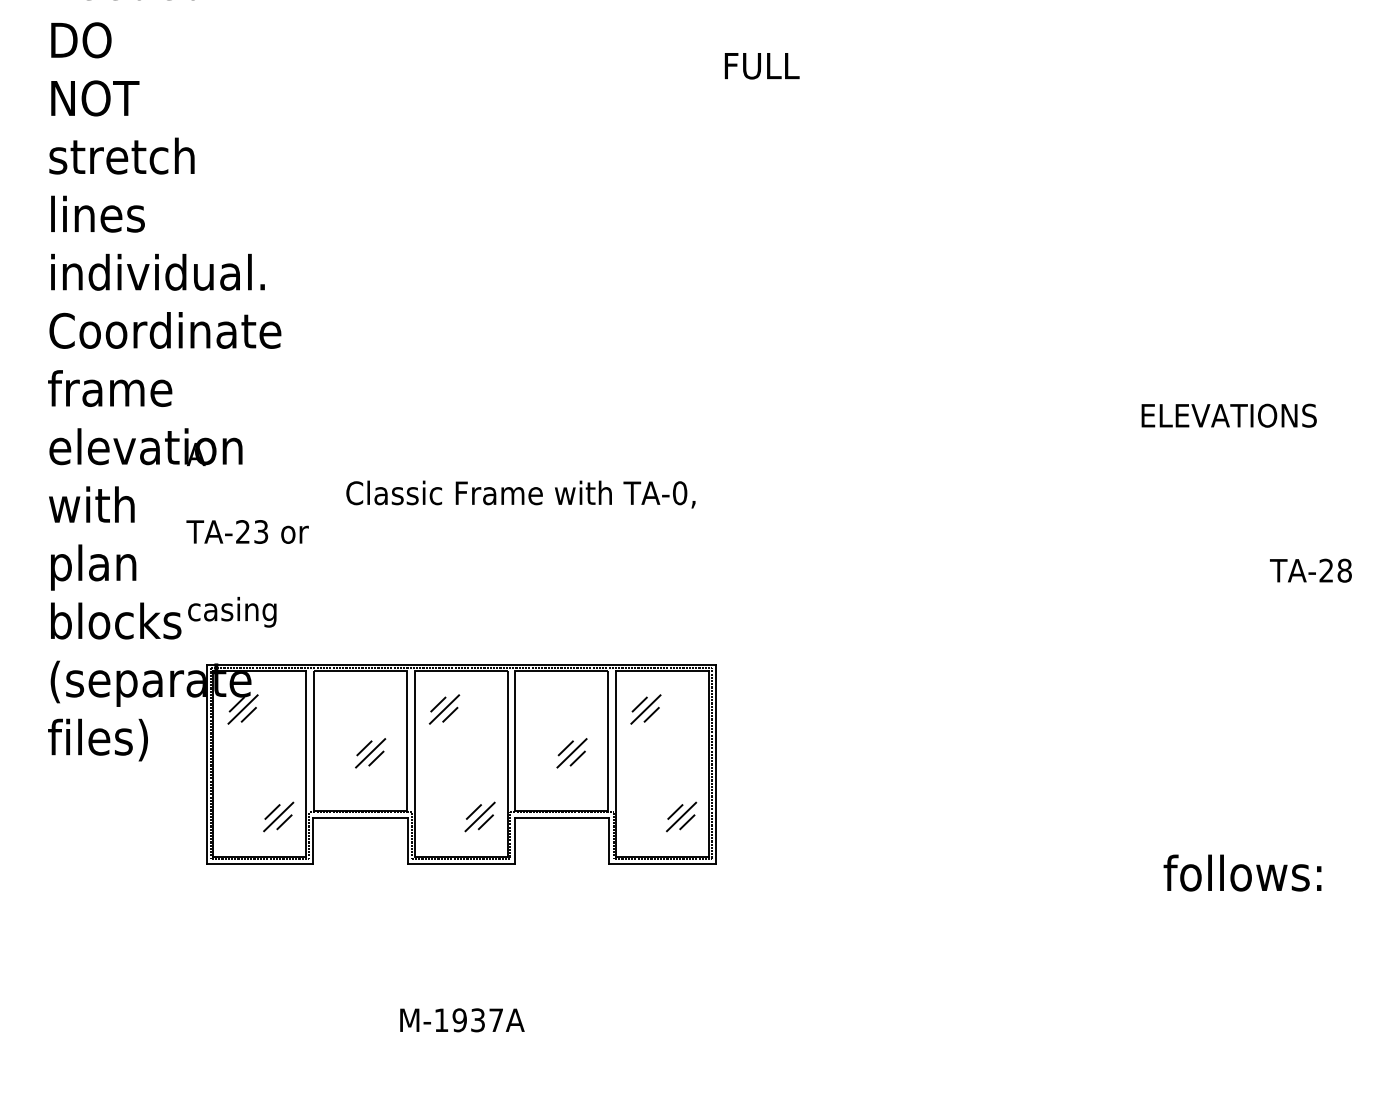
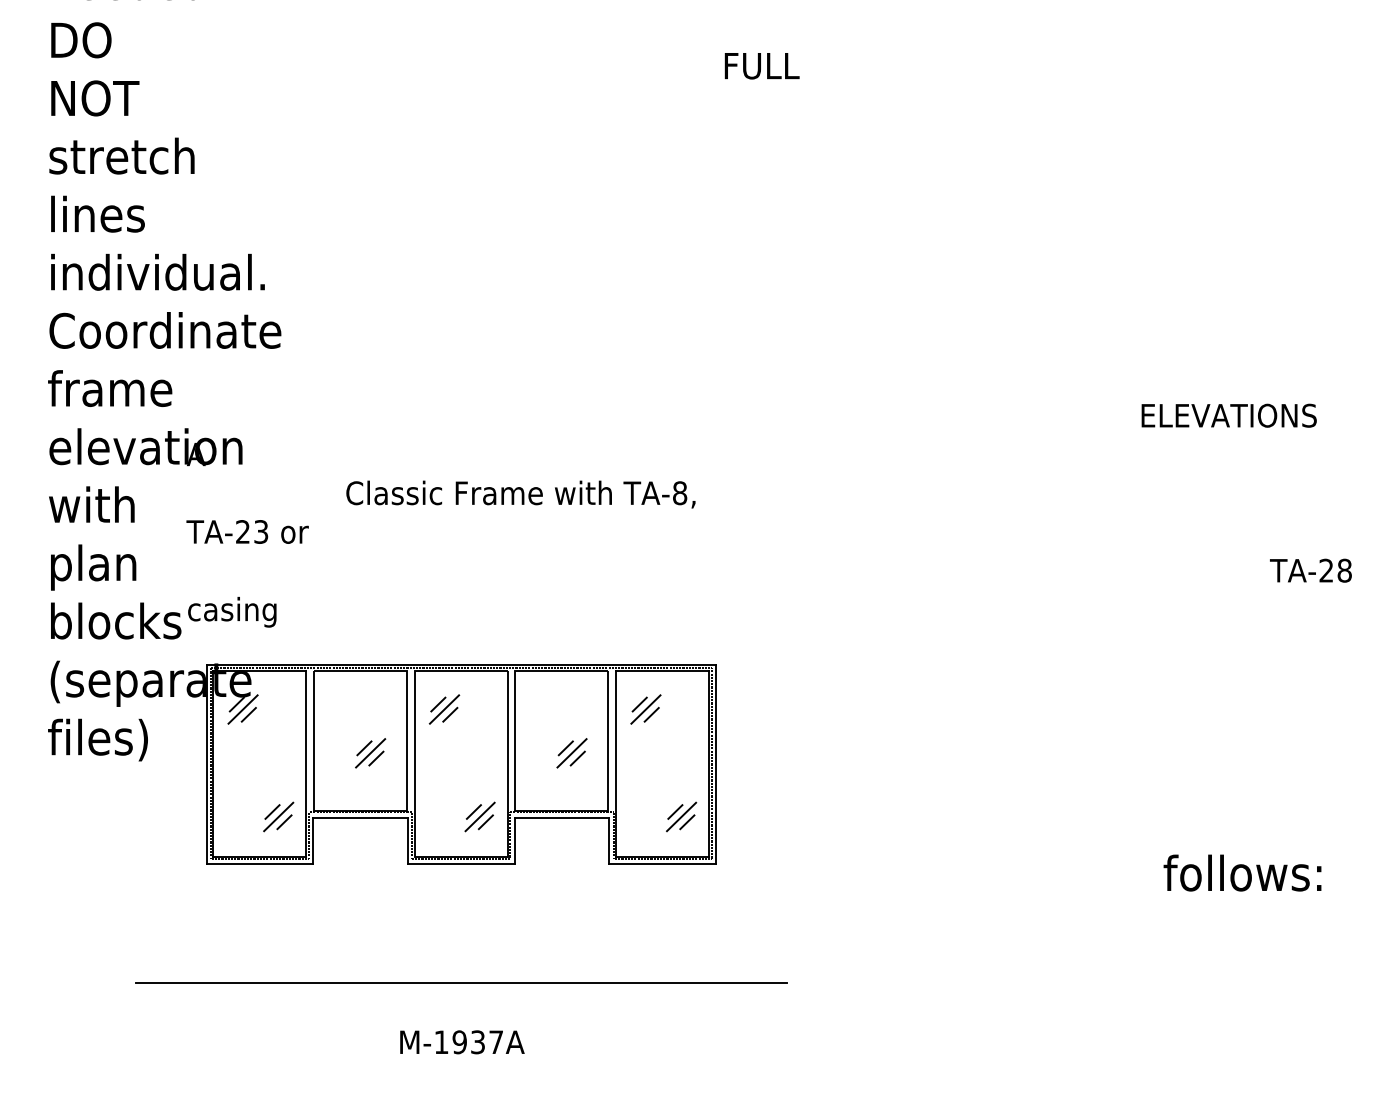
text at (680, 492): TA-0, -> TA-8,
line at (461, 982): none -> present
text at (462, 1020) position: (462, 1020) -> (462, 1042)
